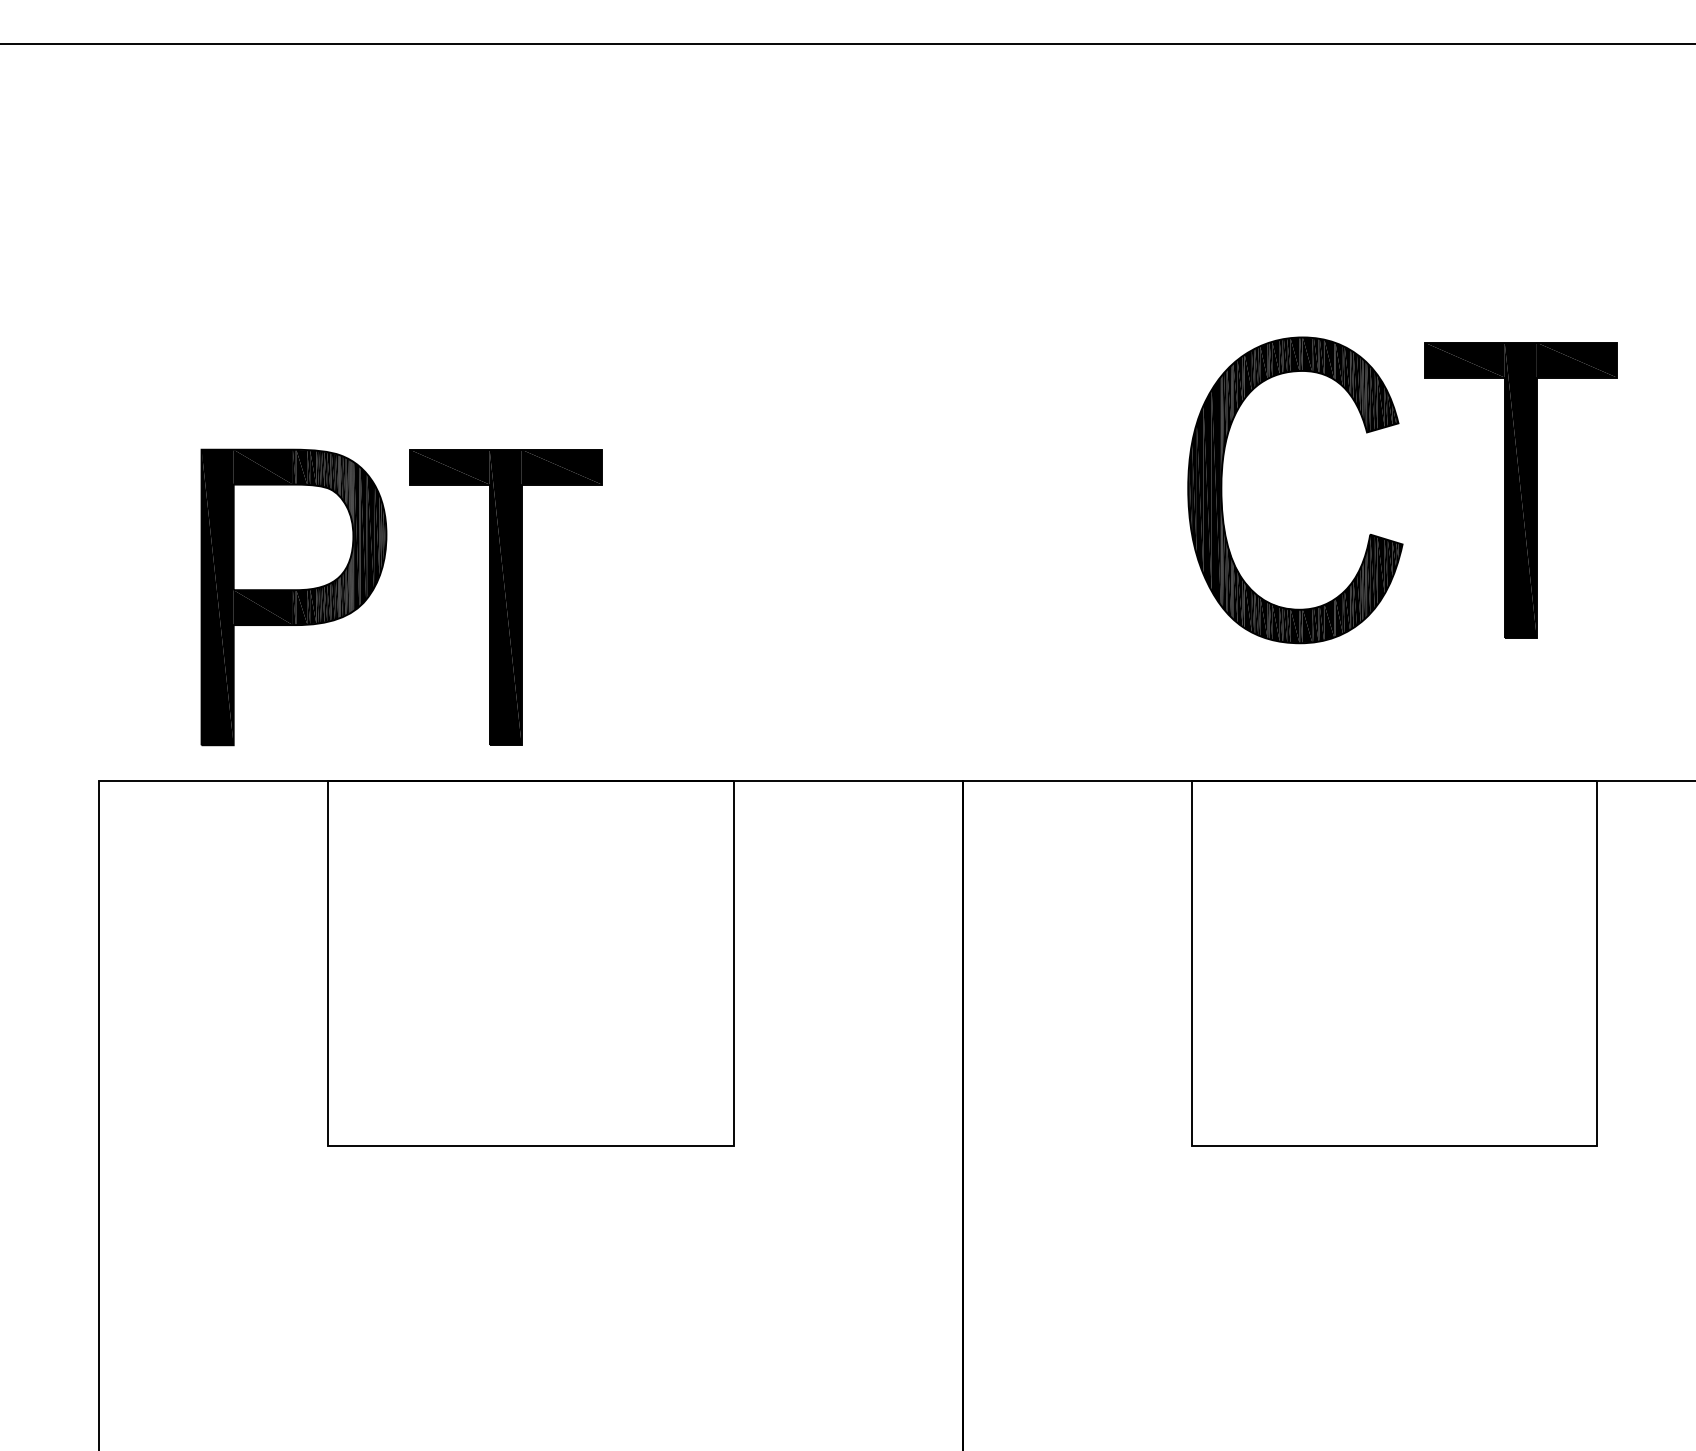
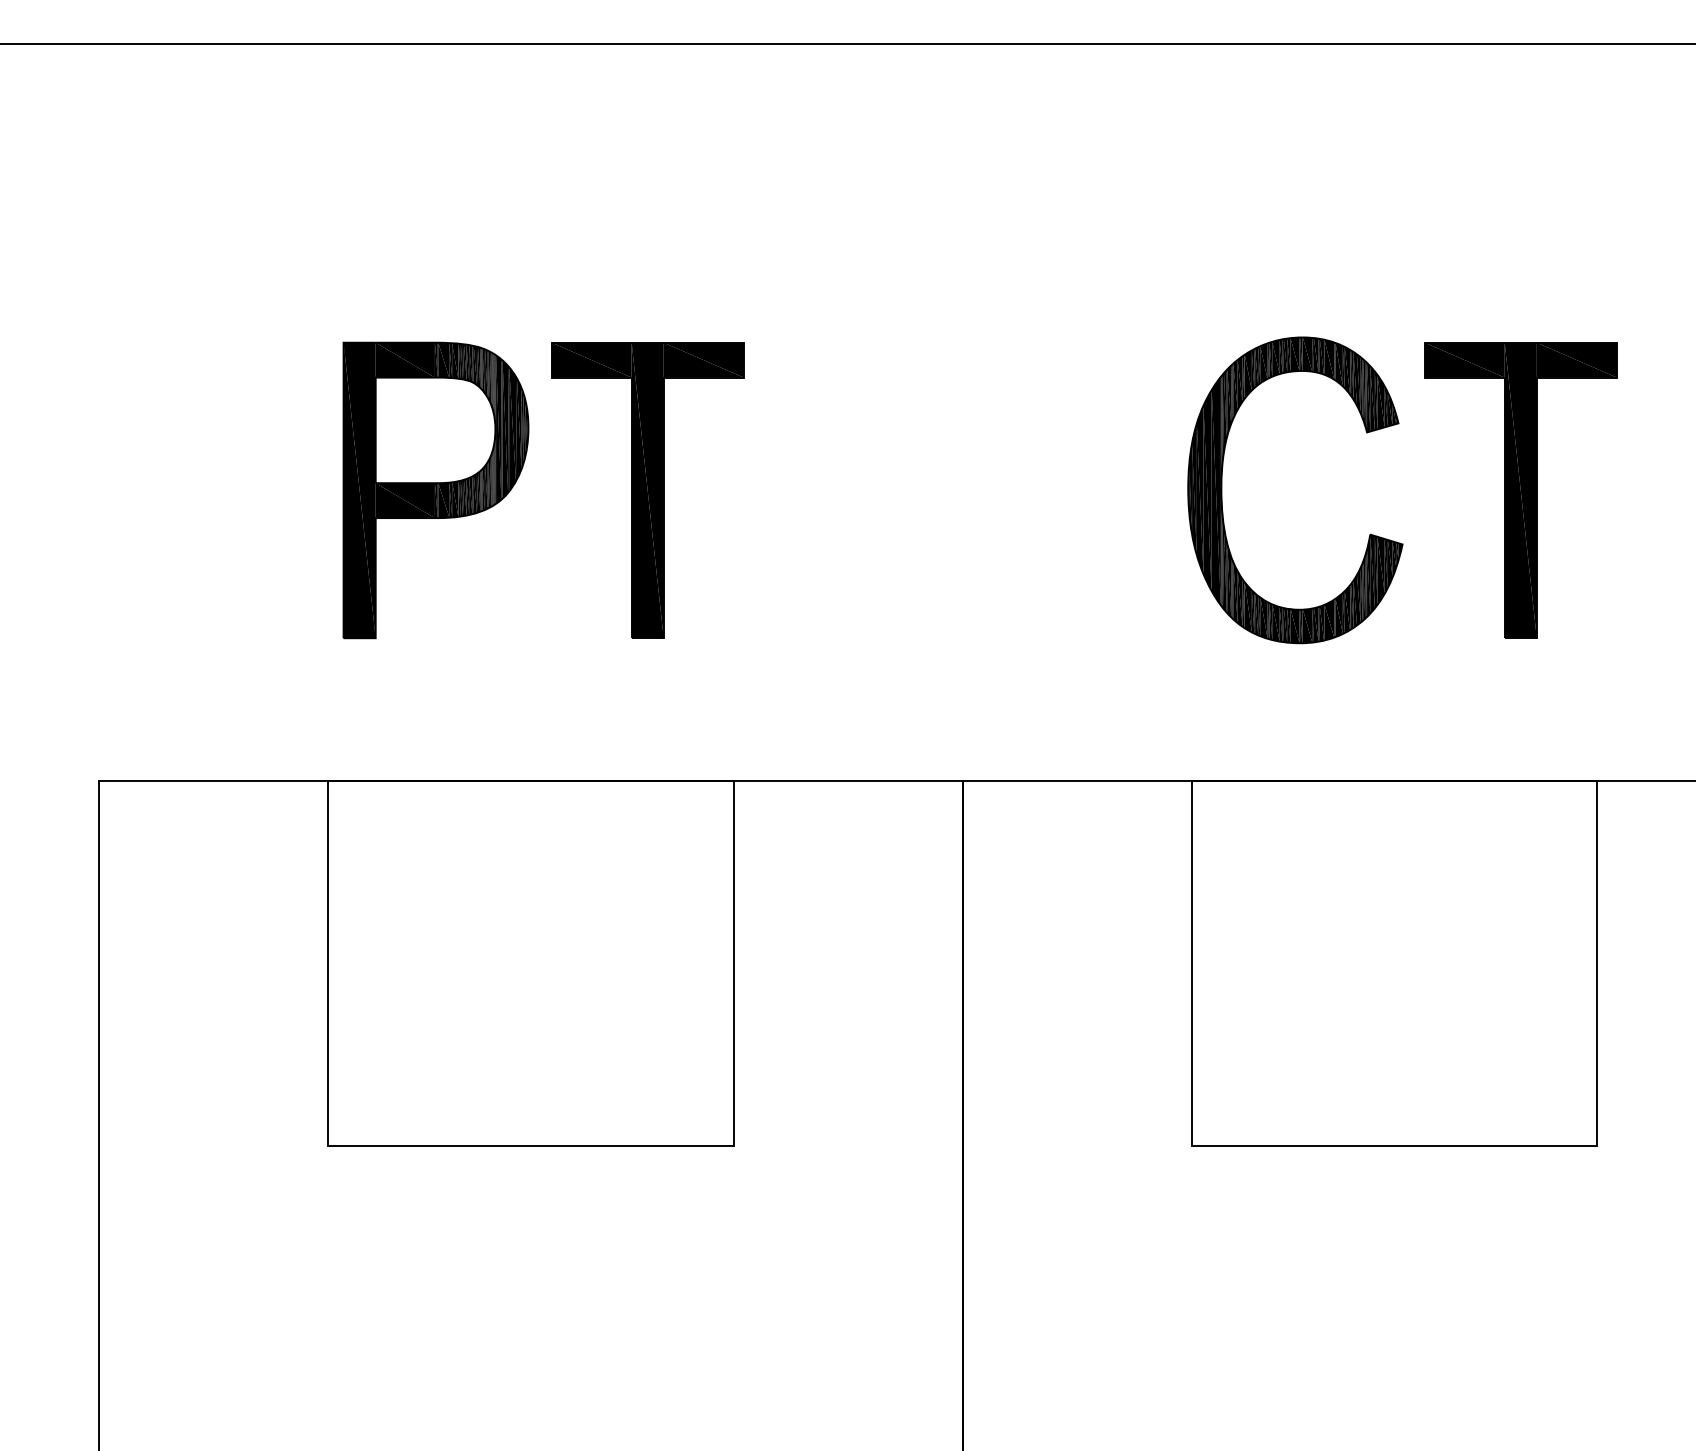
part at (376, 585) position: (376, 585) -> (518, 478)
